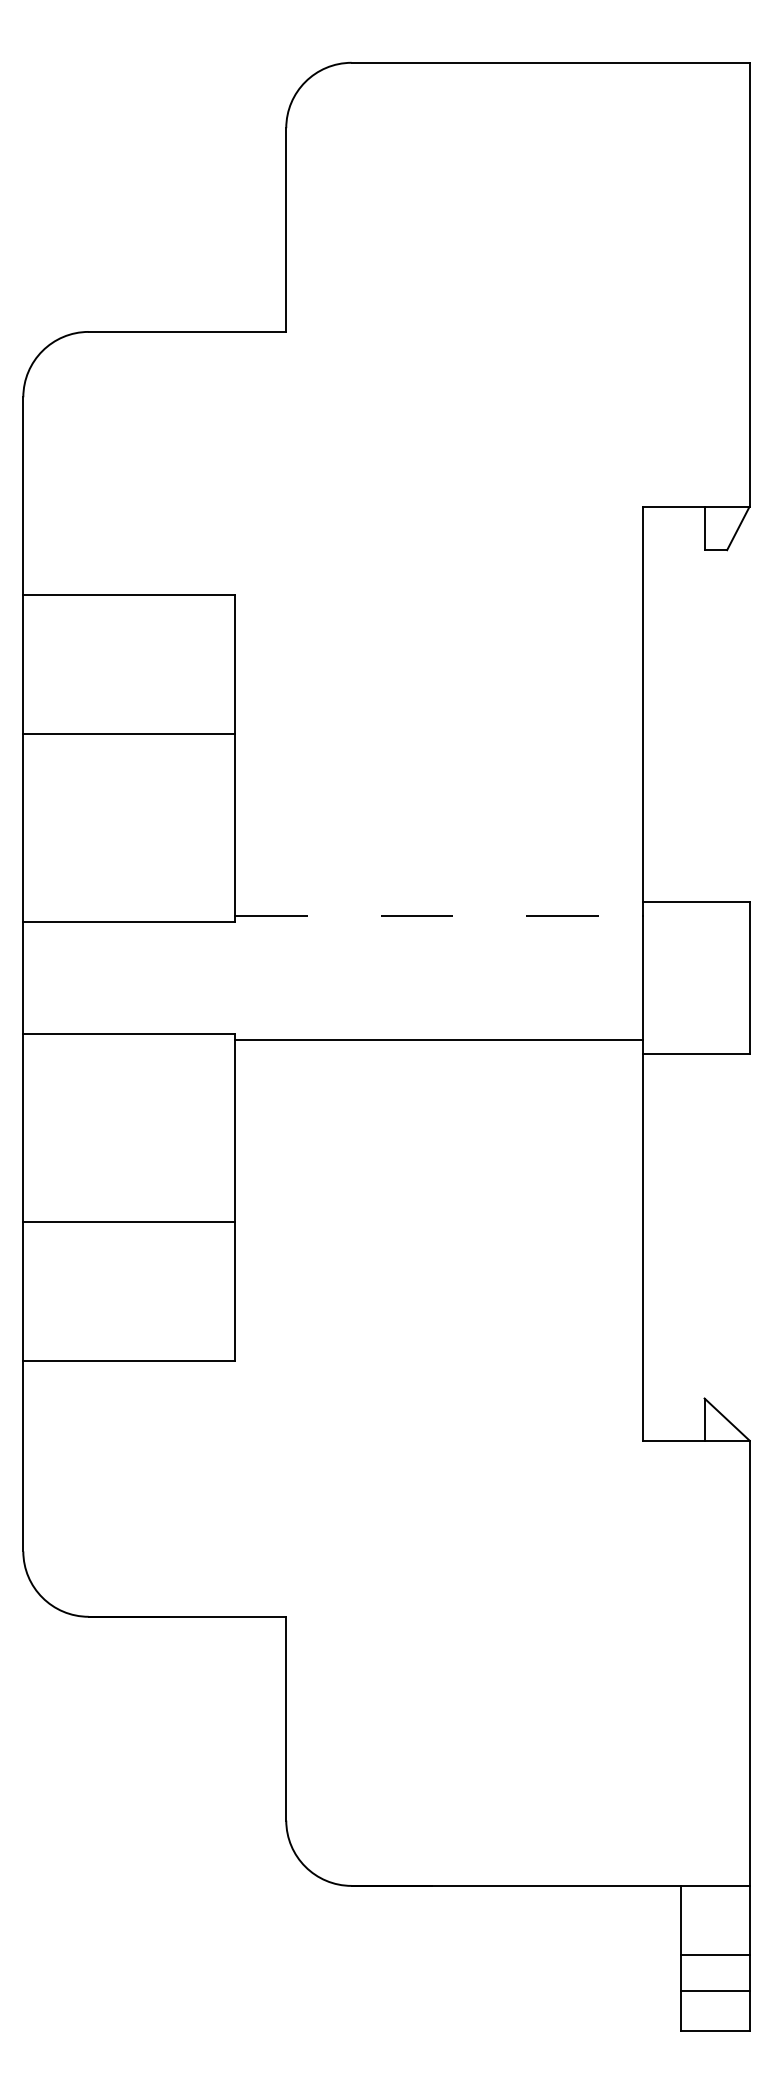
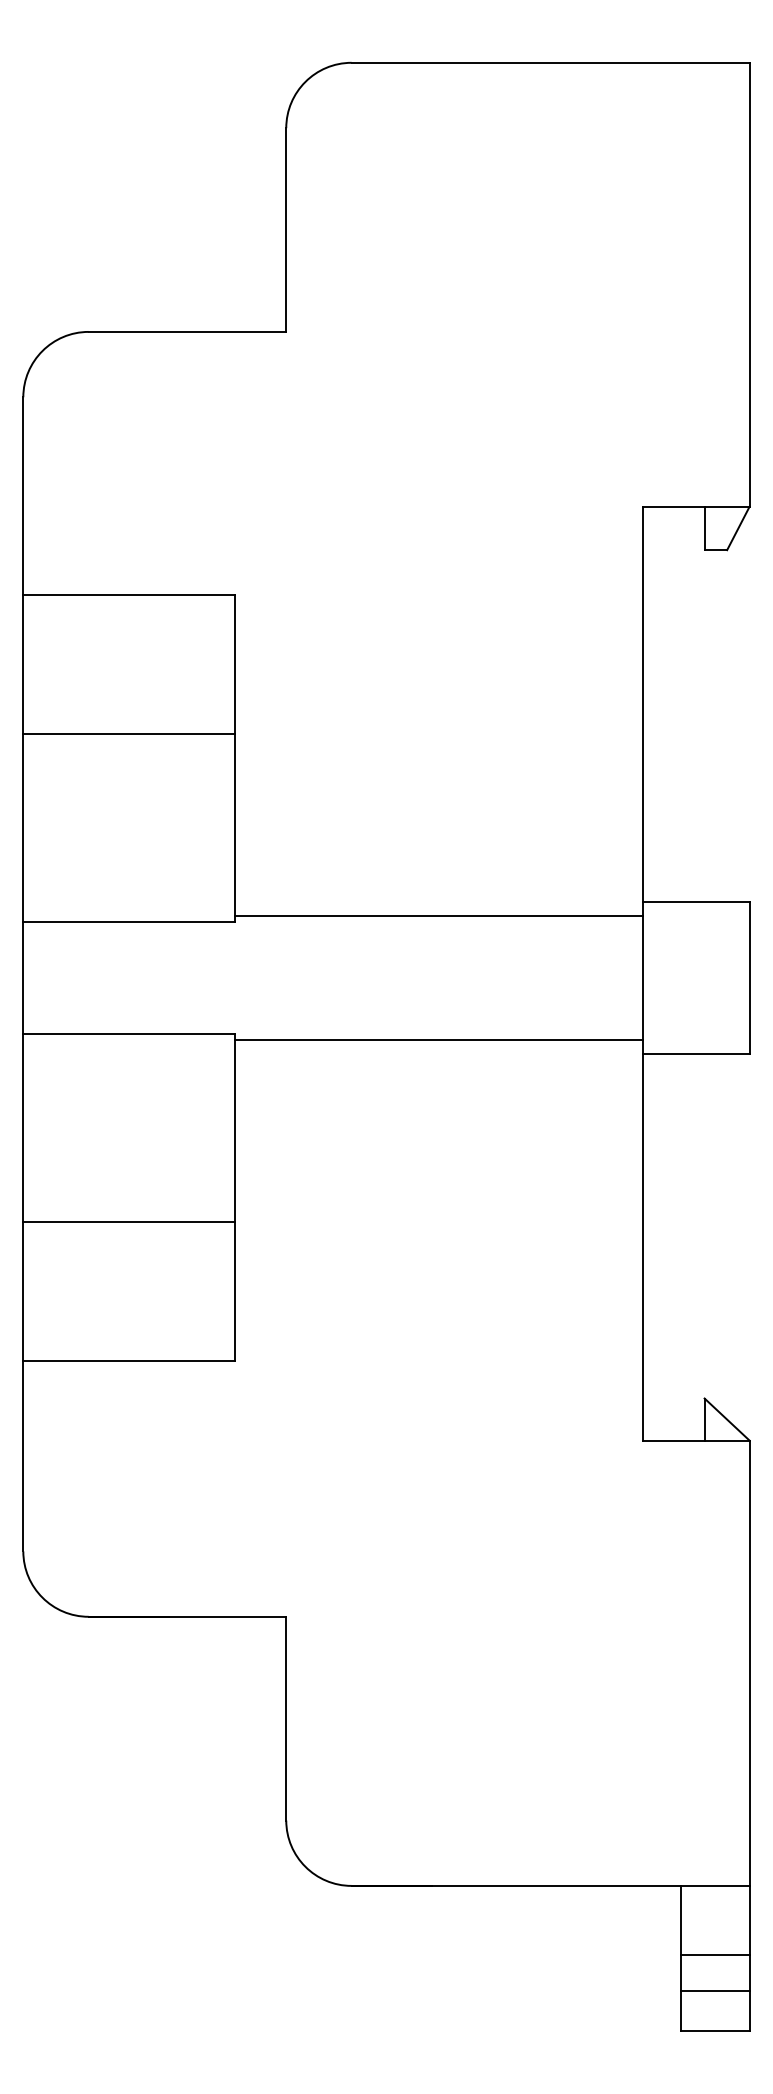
line at (439, 916): dashed -> solid
